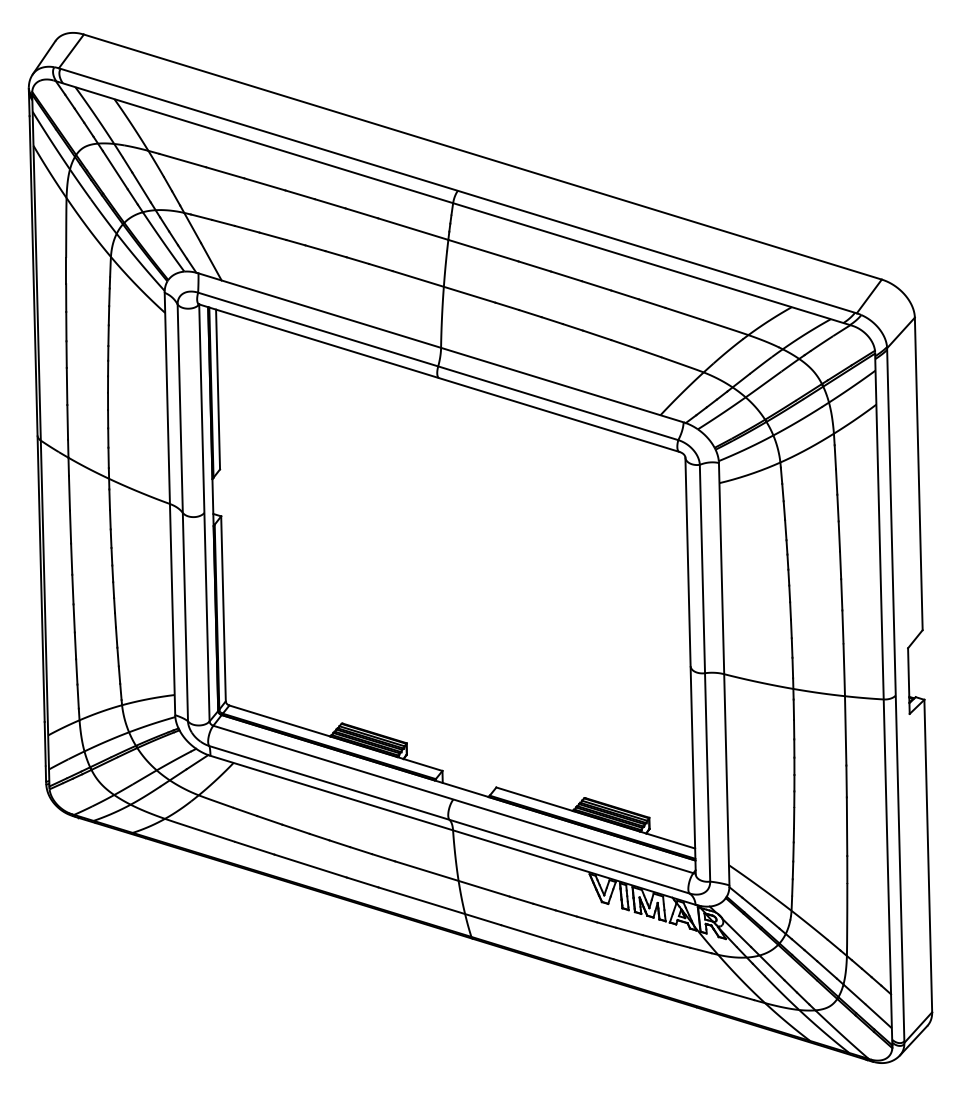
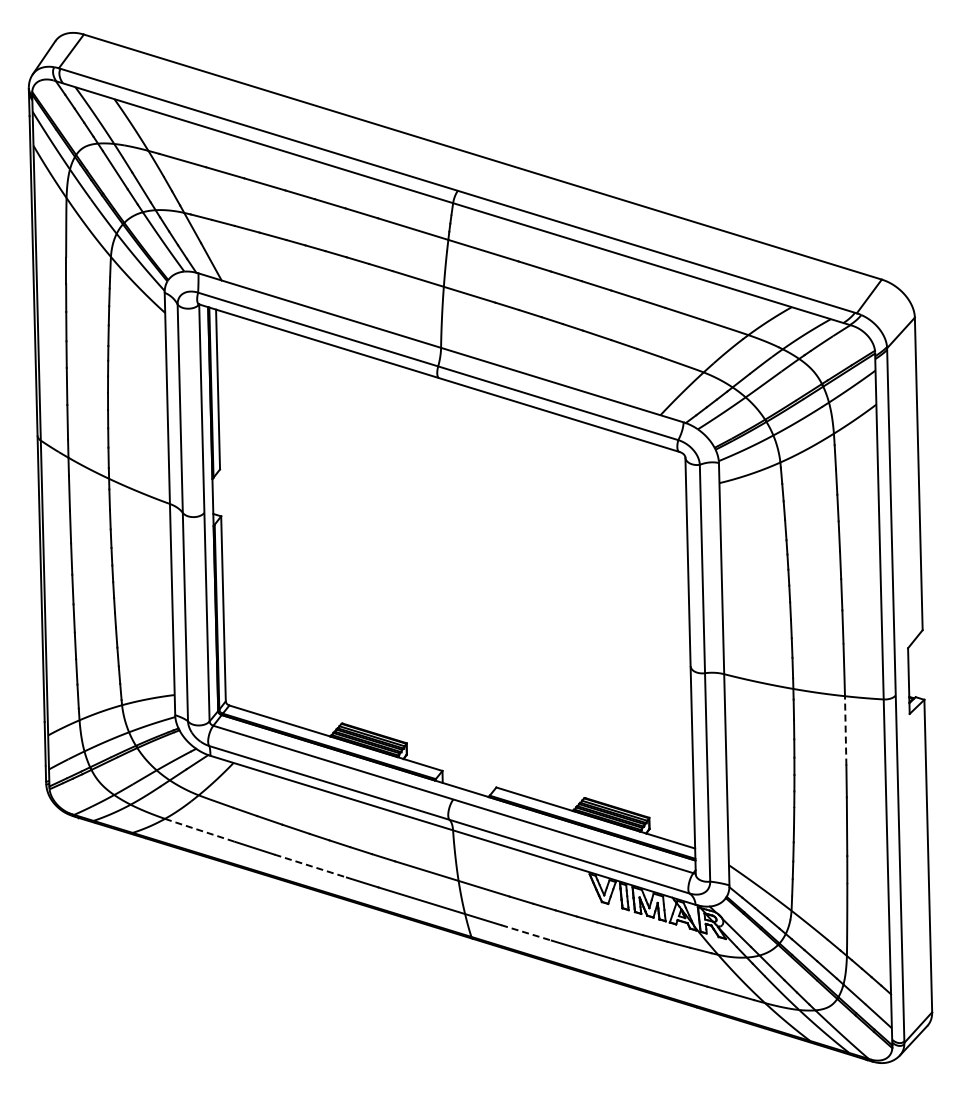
line at (845, 730): solid -> dashed
line at (199, 830): solid -> dashed
line at (310, 866): solid -> dashed
line at (526, 933): solid -> dashed
